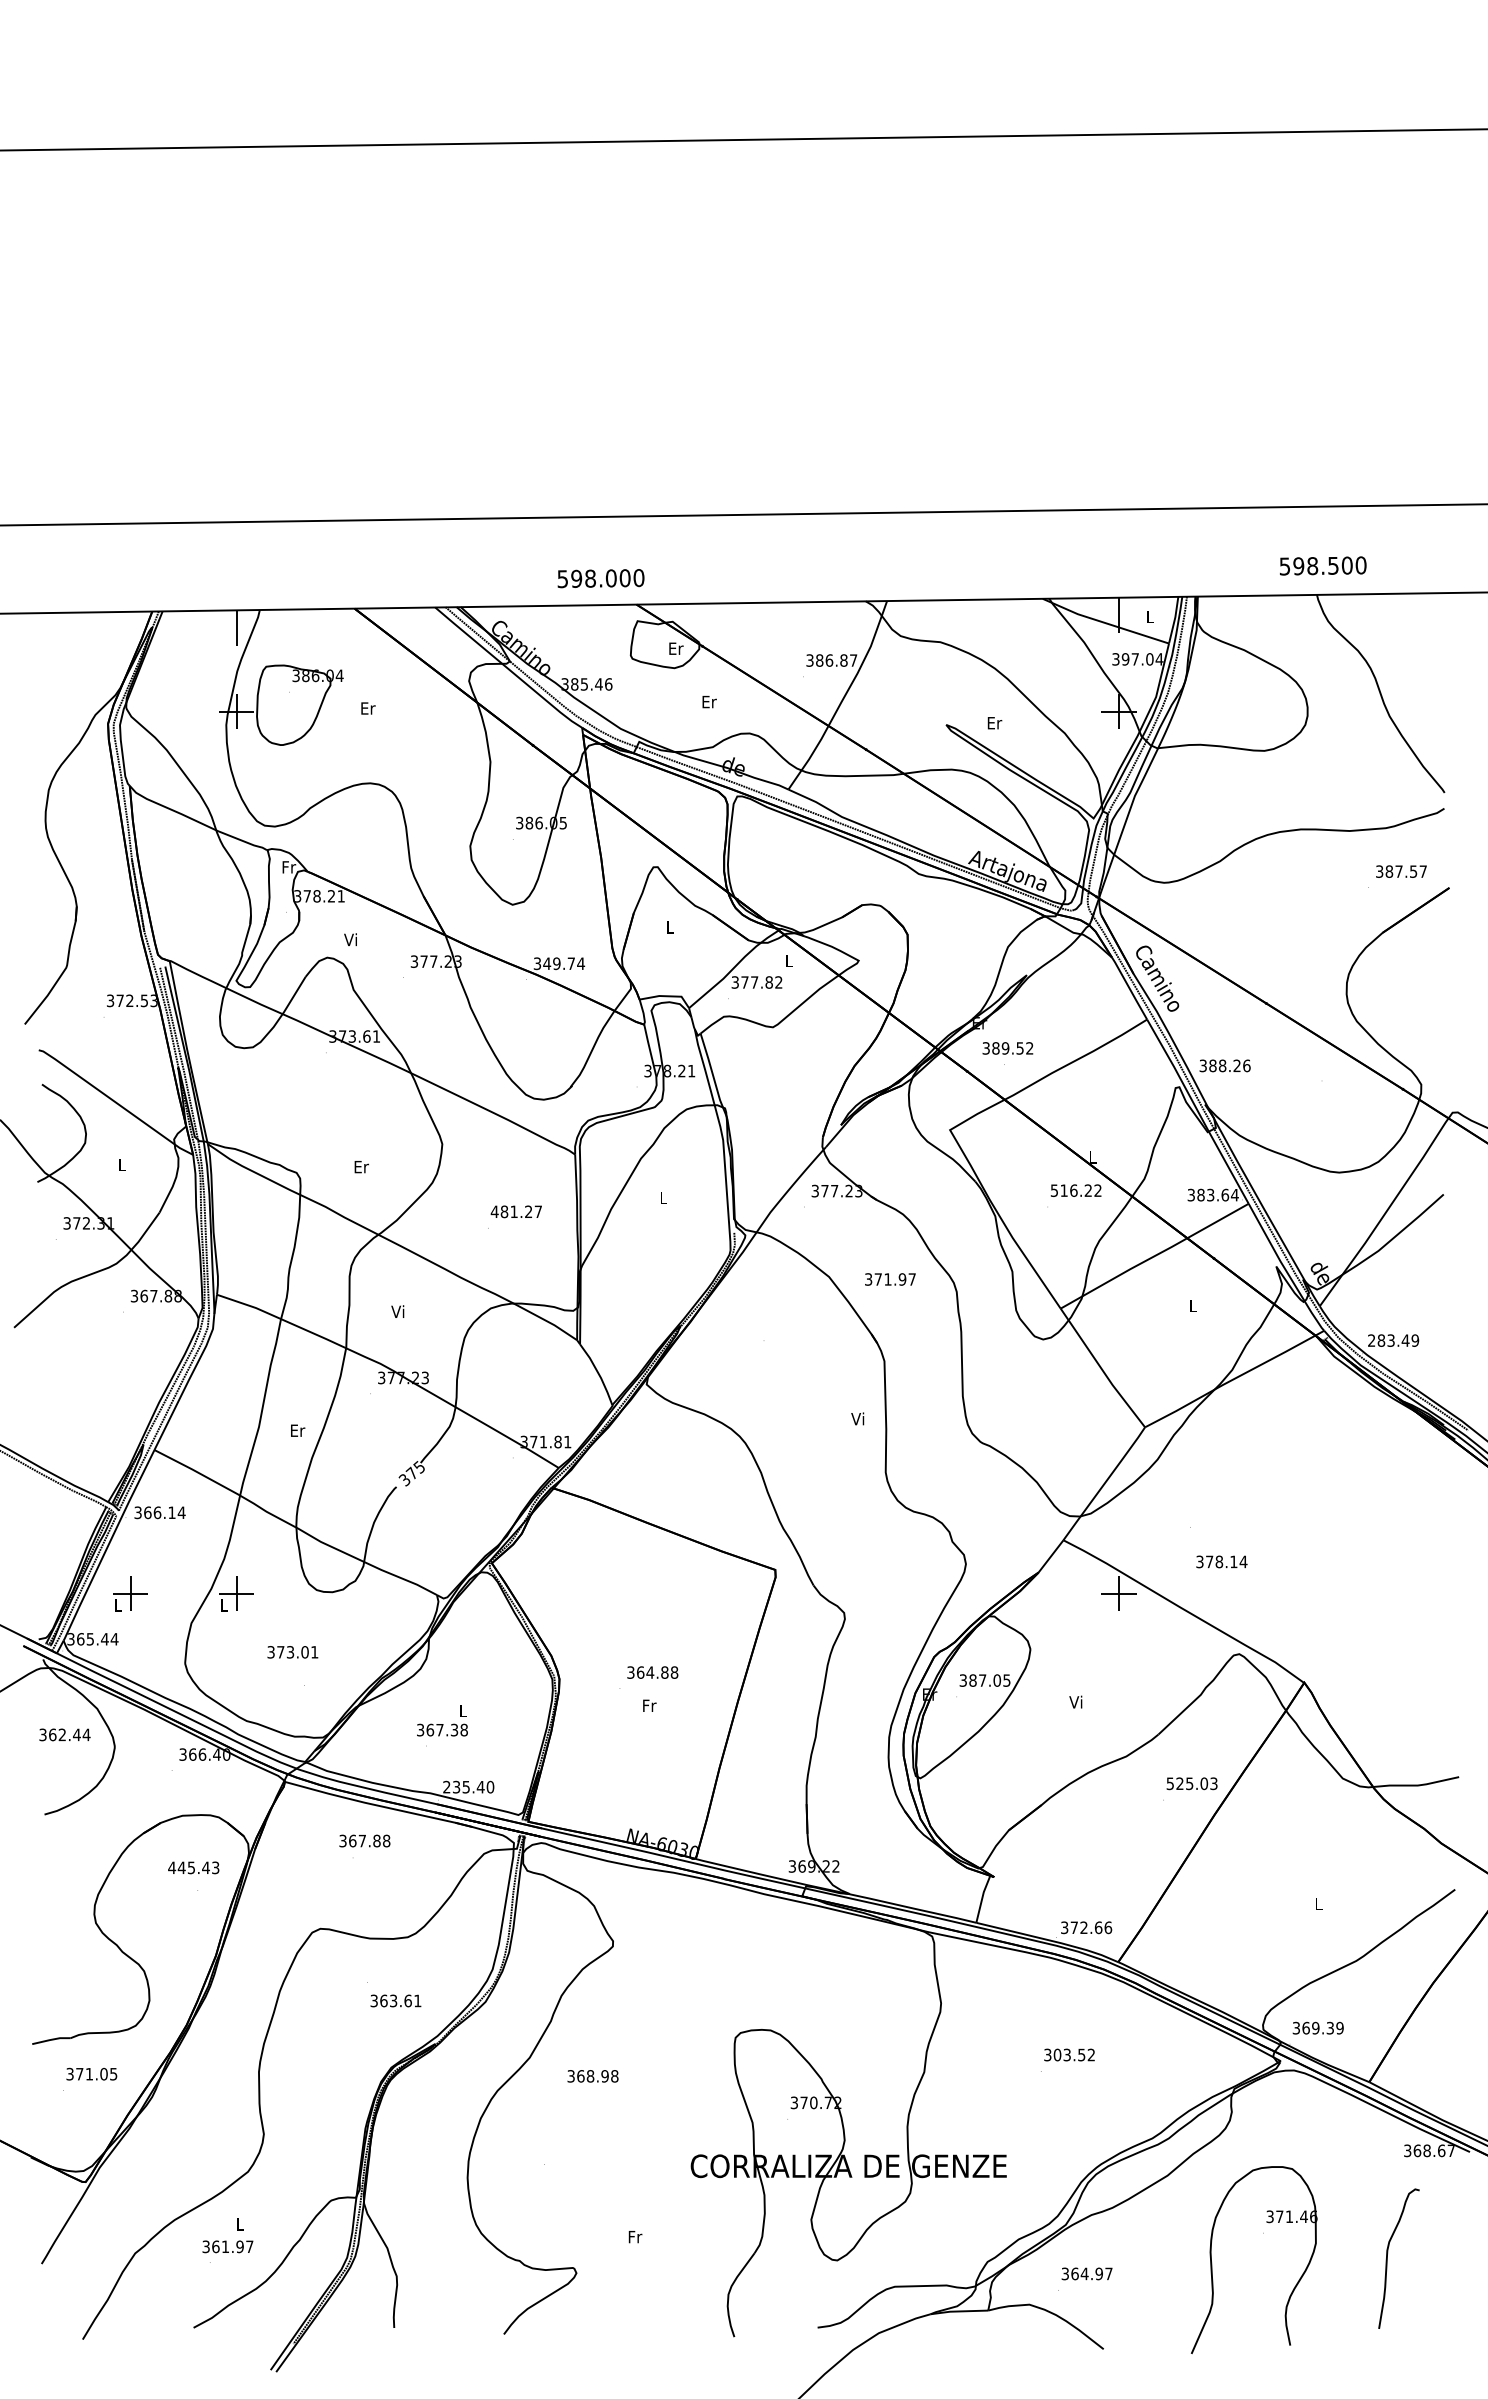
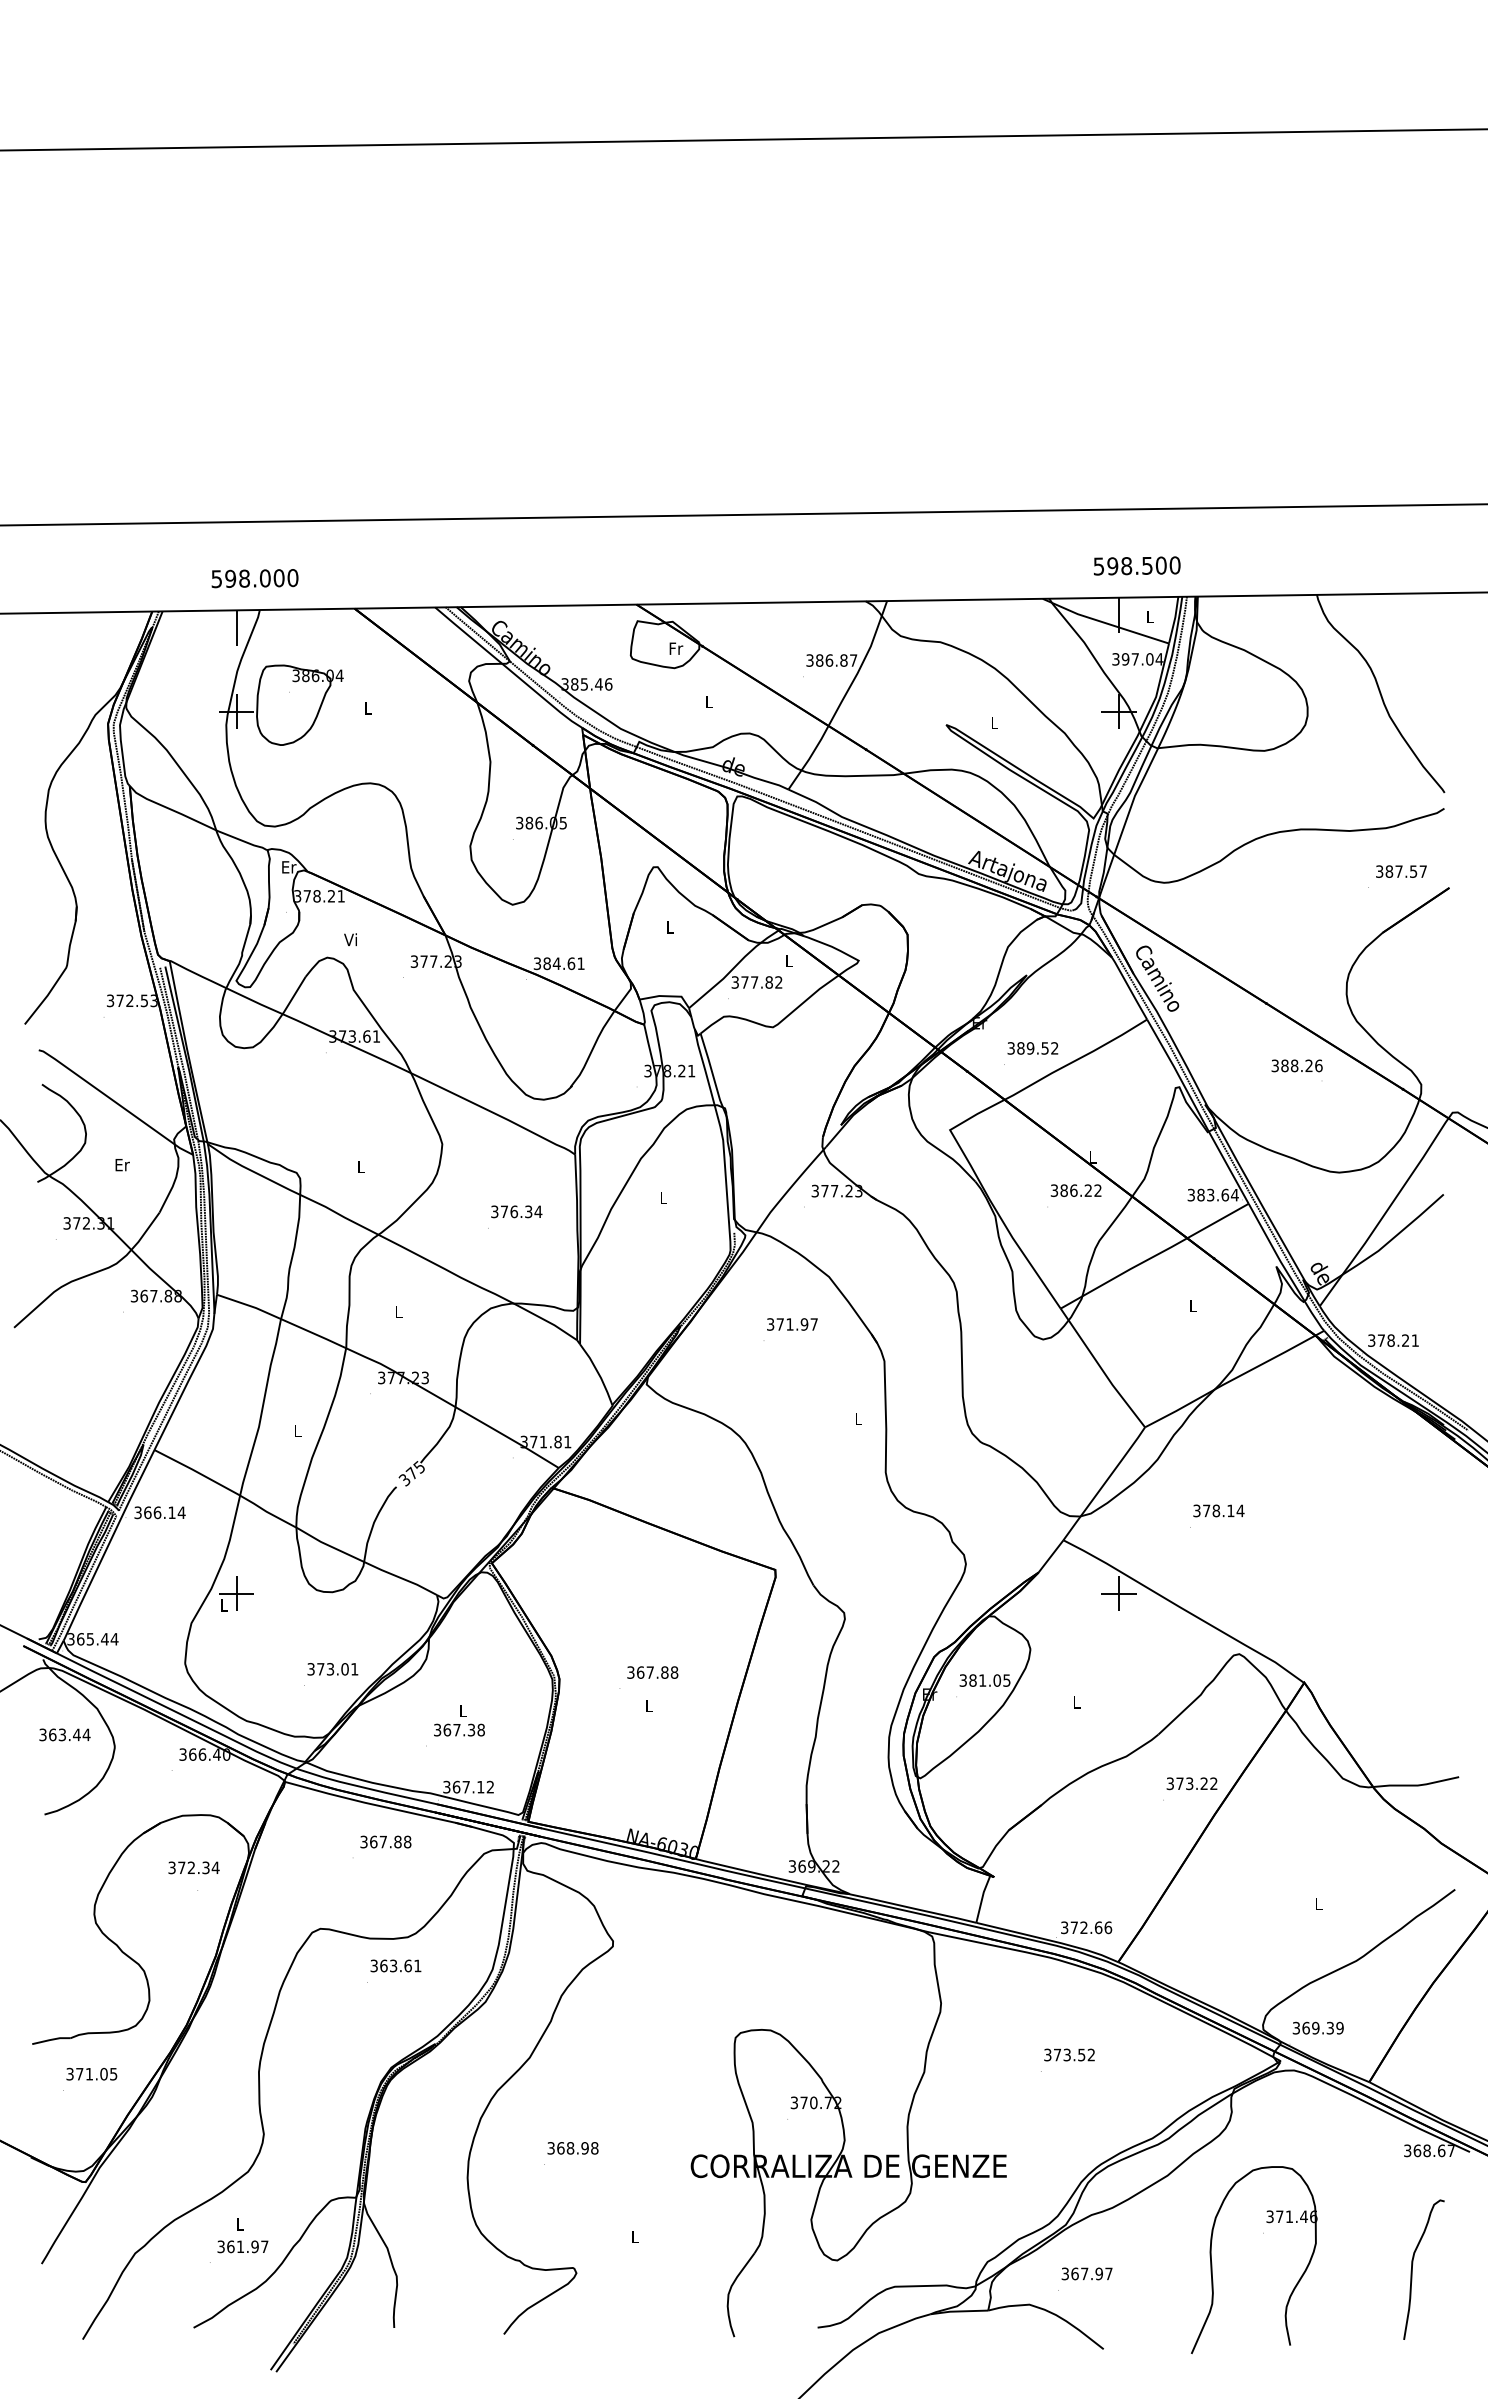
text at (1323, 565) position: (1323, 565) -> (1137, 565)
text at (600, 578) position: (600, 578) -> (254, 578)
text at (676, 648): Er -> Fr
text at (709, 701): Er -> L
text at (368, 708): Er -> L
text at (994, 723): Er -> L
text at (289, 867): Fr -> Er
text at (564, 963): 349.74 -> 384.61
text at (1007, 1048) position: (1007, 1048) -> (1032, 1048)
text at (1224, 1065) position: (1224, 1065) -> (1296, 1065)
text at (122, 1165): L -> Er
text at (361, 1167): Er -> L
text at (1059, 1190): 516.22 -> 386.22
text at (516, 1211): 481.27 -> 376.34
text at (890, 1279) position: (890, 1279) -> (792, 1324)
text at (397, 1311): Vi -> L
text at (1393, 1340): 283.49 -> 378.21
text at (857, 1418): Vi -> L
text at (298, 1430): Er -> L
text at (1221, 1561) position: (1221, 1561) -> (1218, 1510)
part at (130, 1593): present -> none
text at (292, 1652) position: (292, 1652) -> (332, 1669)
text at (650, 1672): 364.88 -> 367.88
text at (982, 1680): 387.05 -> 381.05
text at (1075, 1701): Vi -> L
text at (649, 1705): Fr -> L
text at (442, 1729) position: (442, 1729) -> (459, 1729)
text at (61, 1735): 362.44 -> 363.44
text at (1192, 1783): 525.03 -> 373.22
text at (468, 1786): 235.40 -> 367.12
text at (364, 1840) position: (364, 1840) -> (385, 1841)
text at (193, 1867): 445.43 -> 372.34
text at (395, 2000) position: (395, 2000) -> (395, 1965)
text at (1057, 2054): 303.52 -> 373.52
text at (592, 2076) position: (592, 2076) -> (572, 2148)
text at (635, 2236): Fr -> L
text at (227, 2246) position: (227, 2246) -> (242, 2246)
curve at (1387, 2258) position: (1387, 2258) -> (1412, 2269)
text at (1084, 2273): 364.97 -> 367.97
